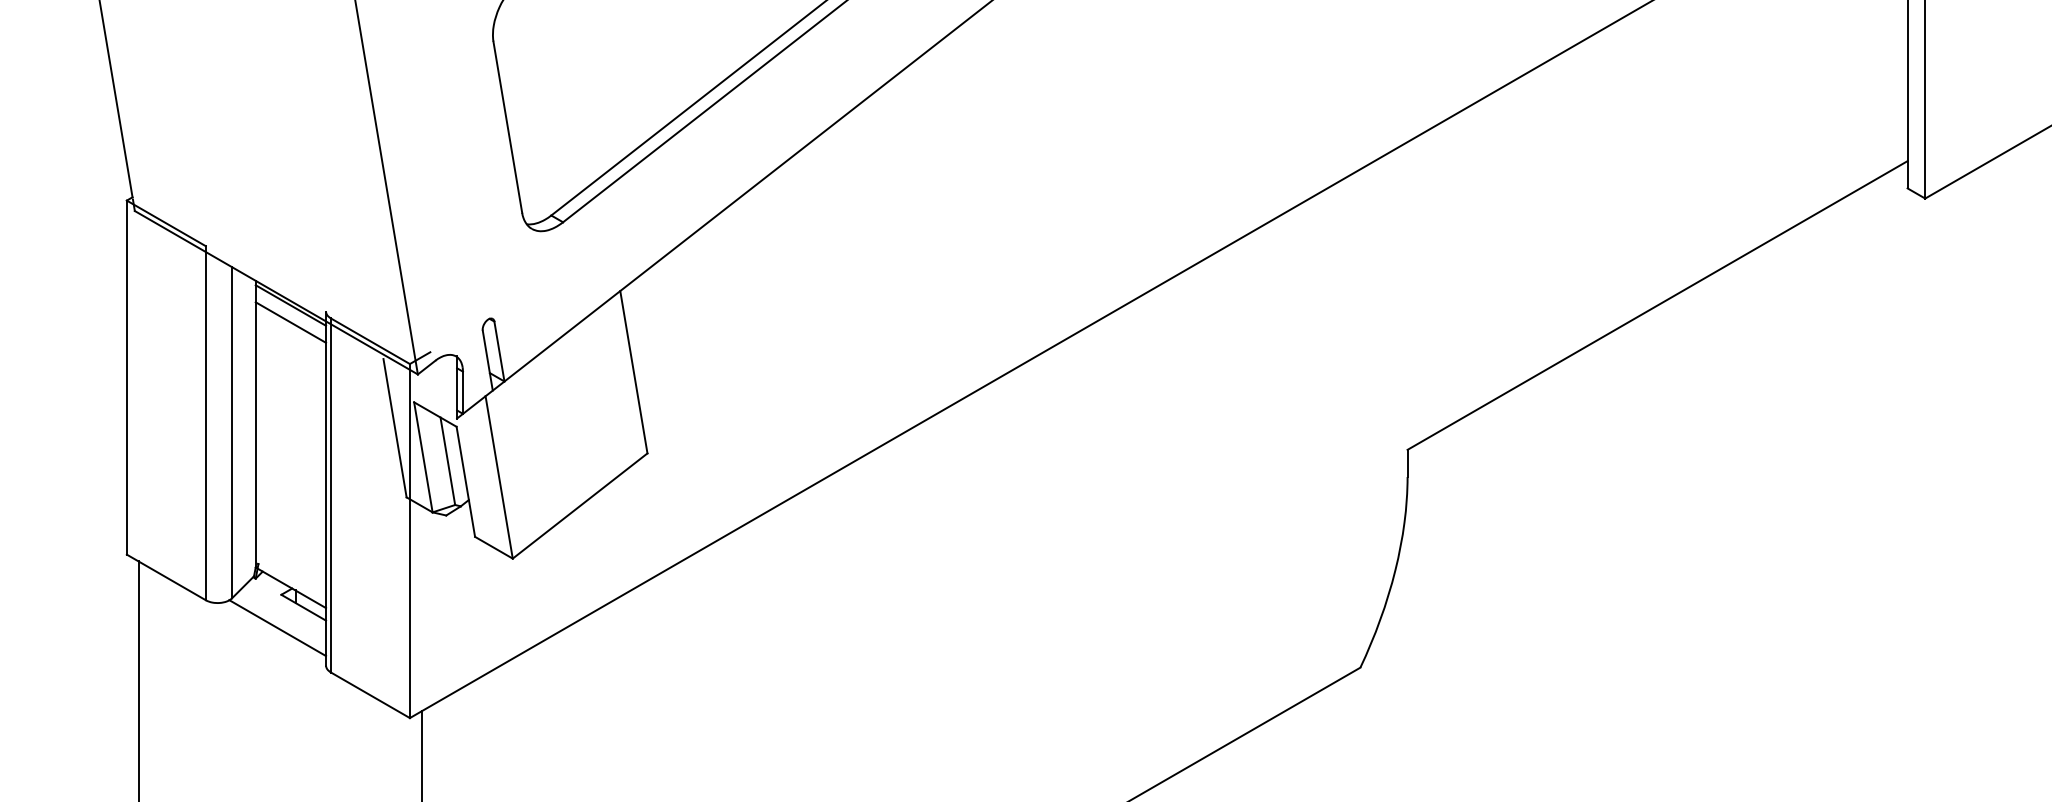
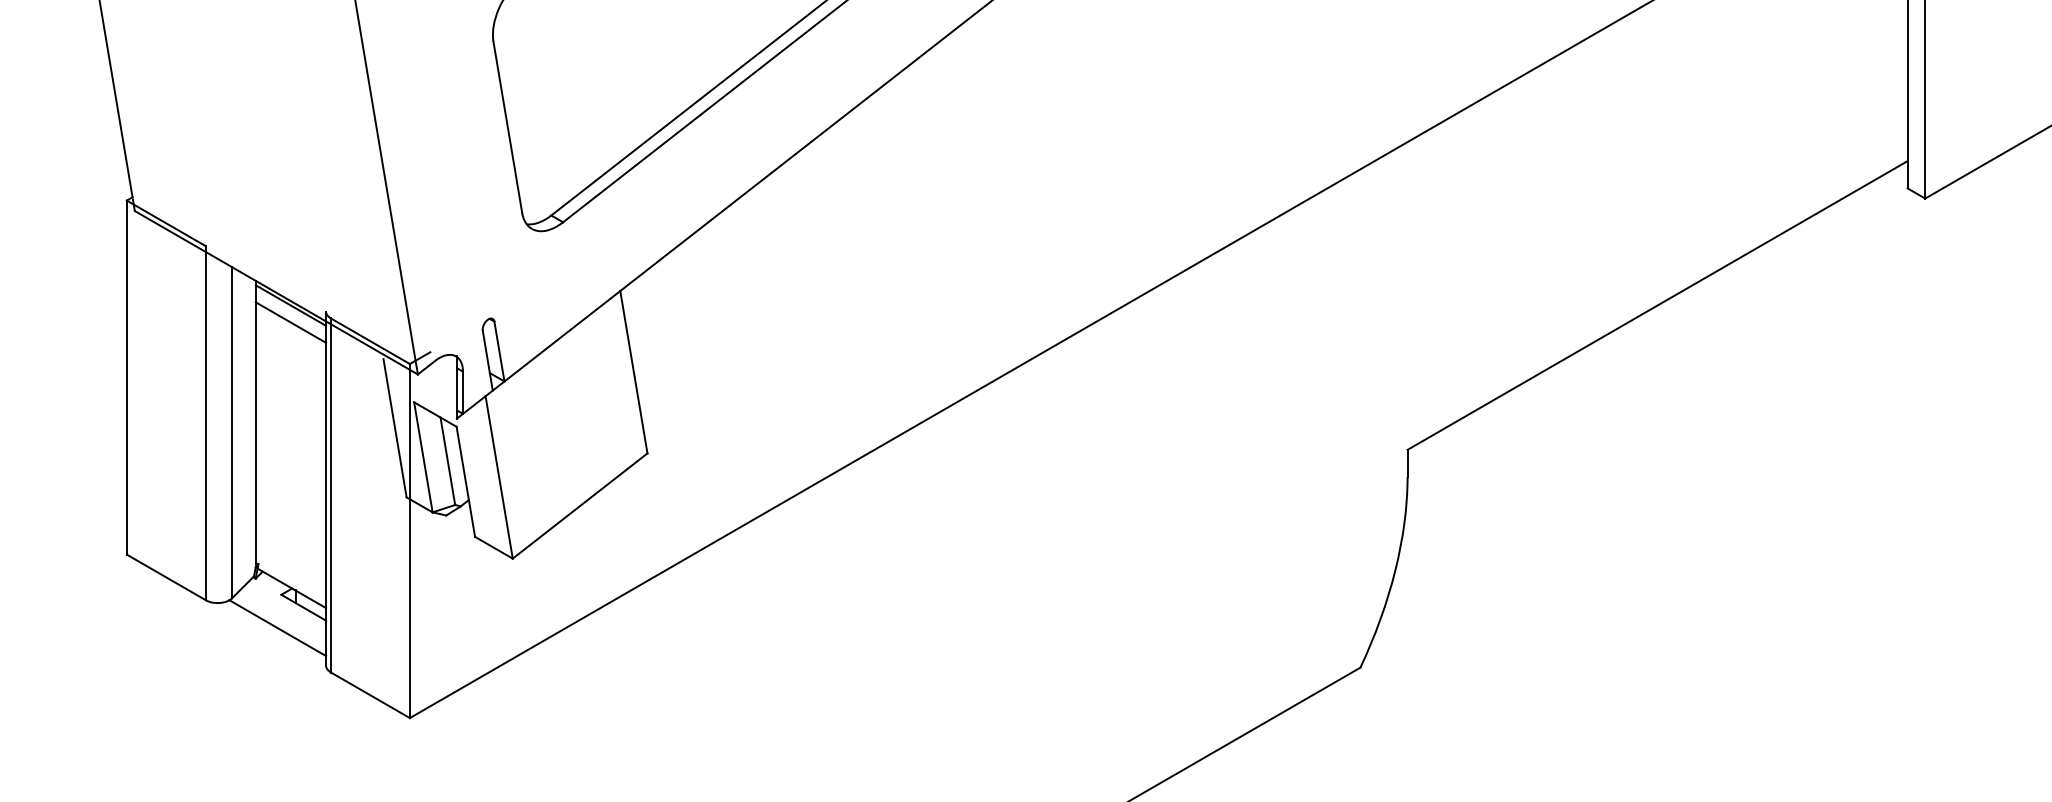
line at (138, 679): present -> none
line at (421, 754): present -> none
